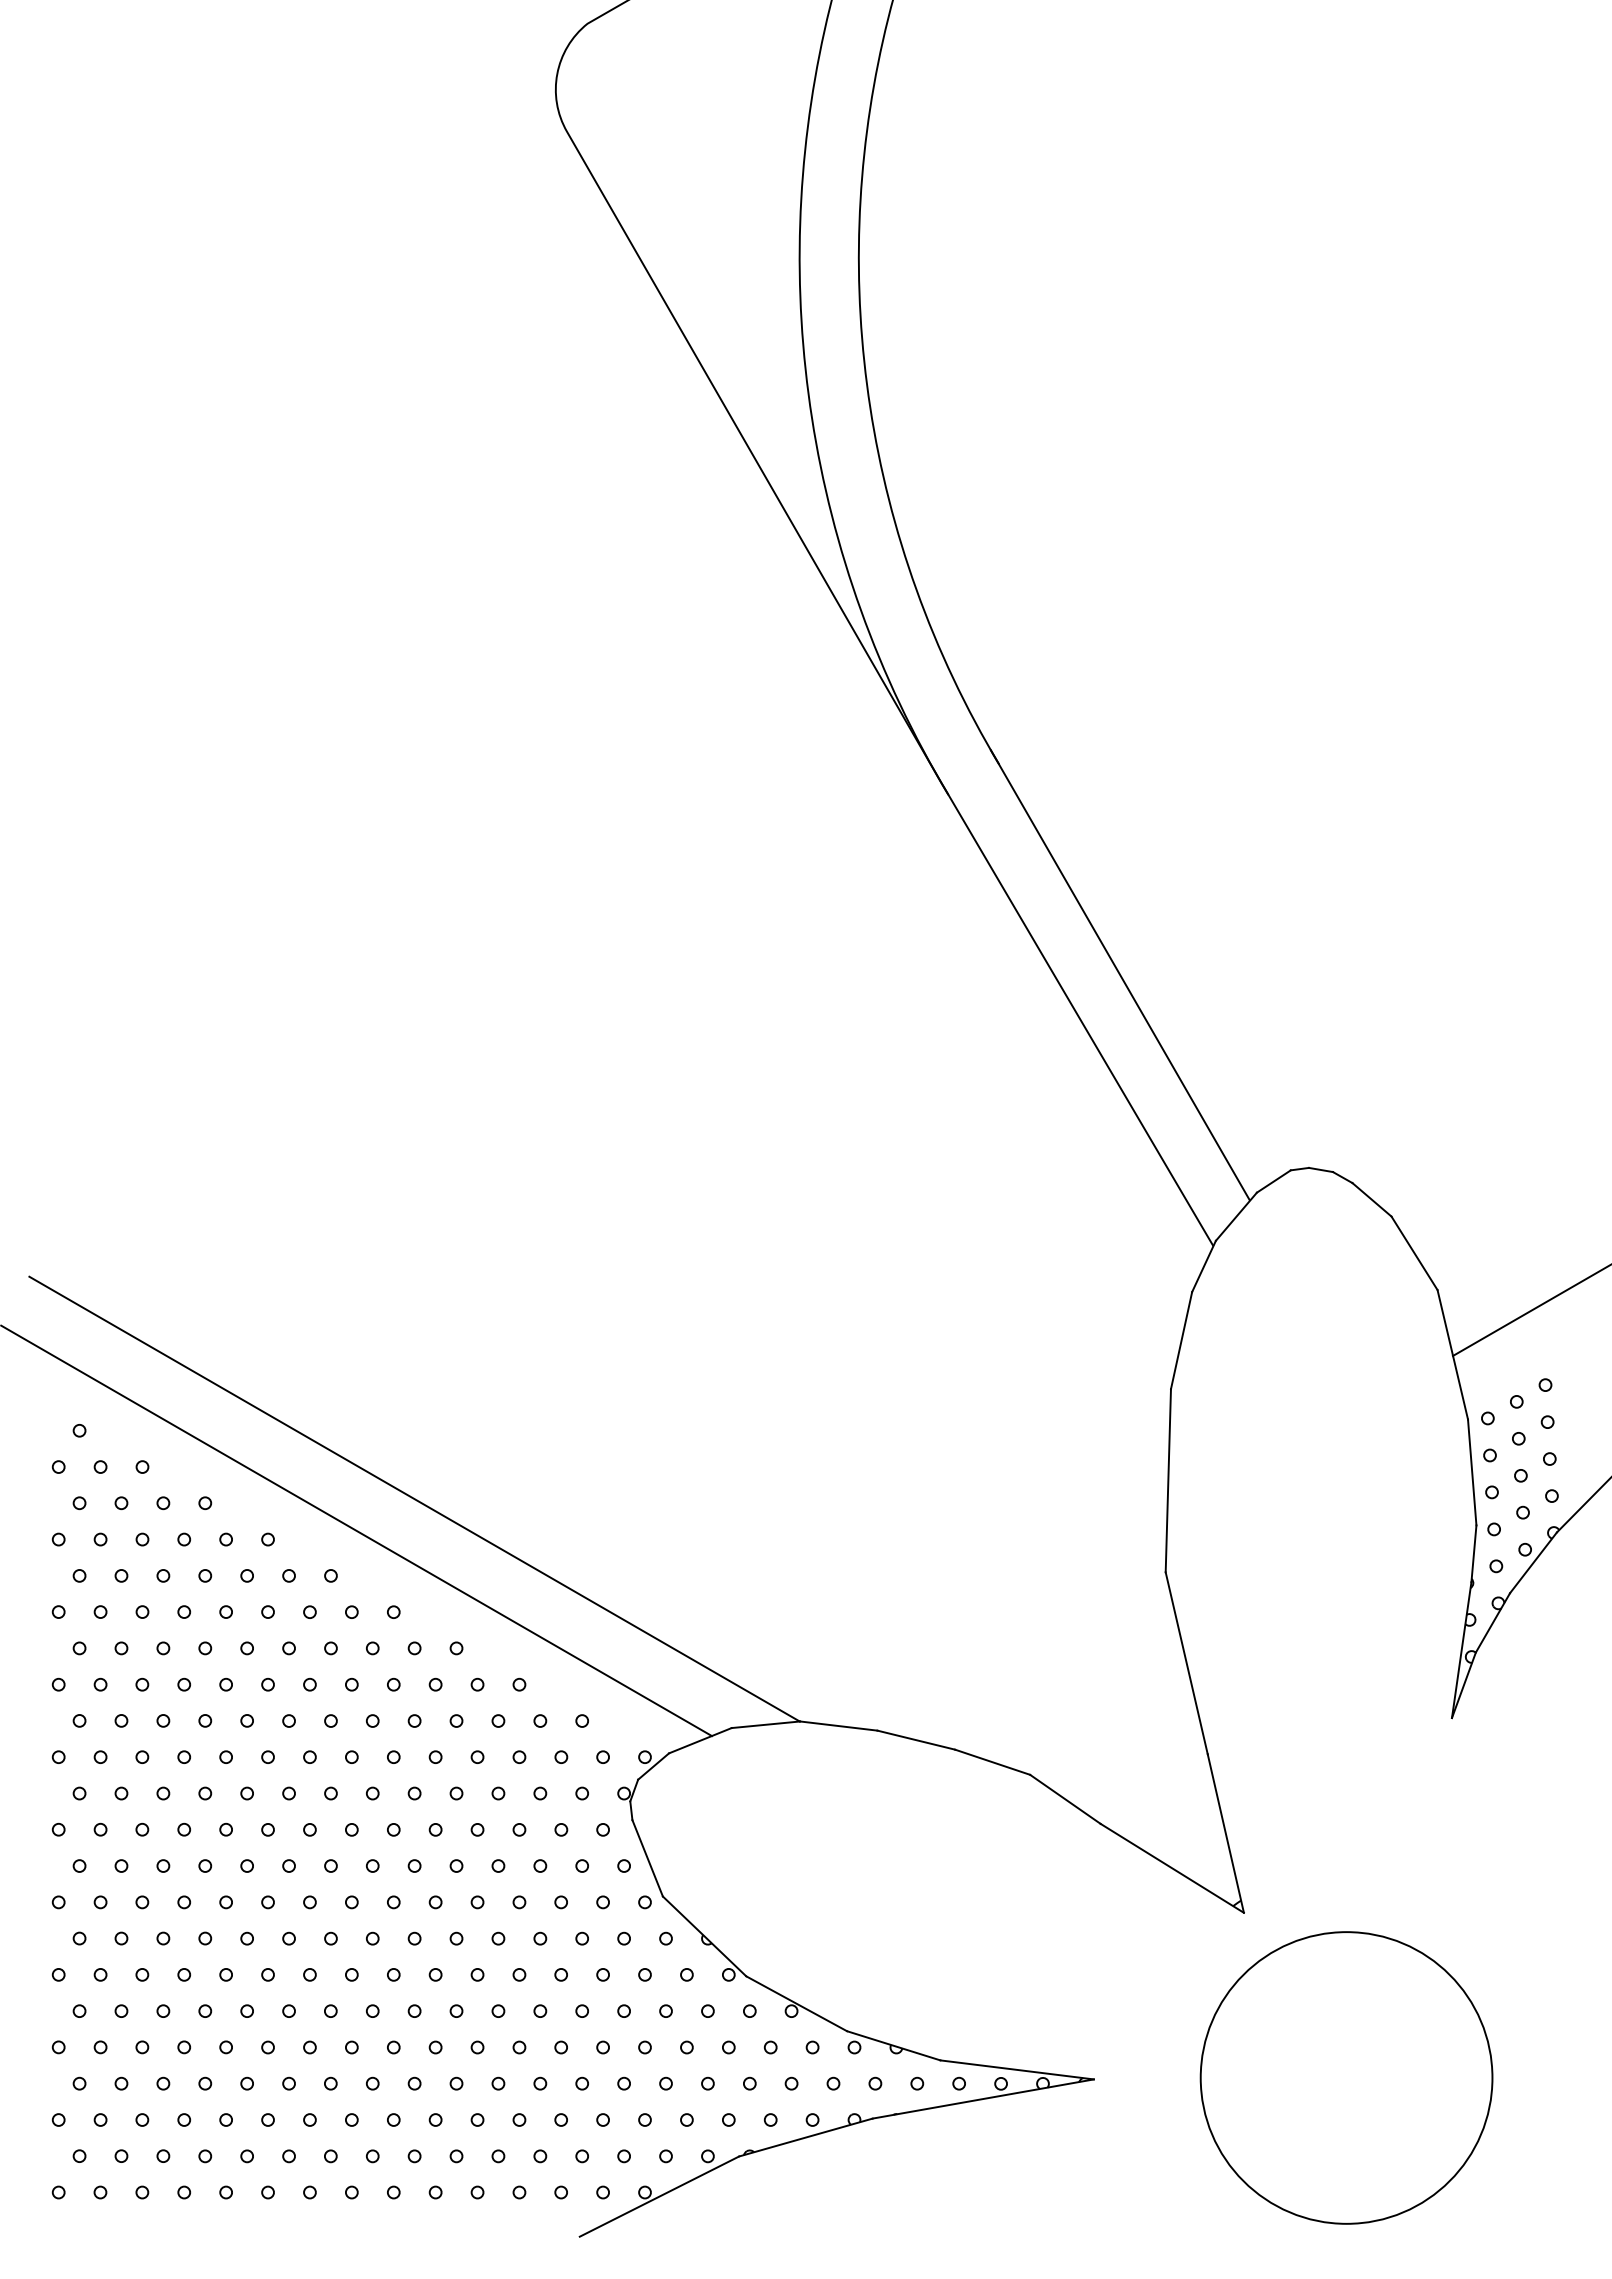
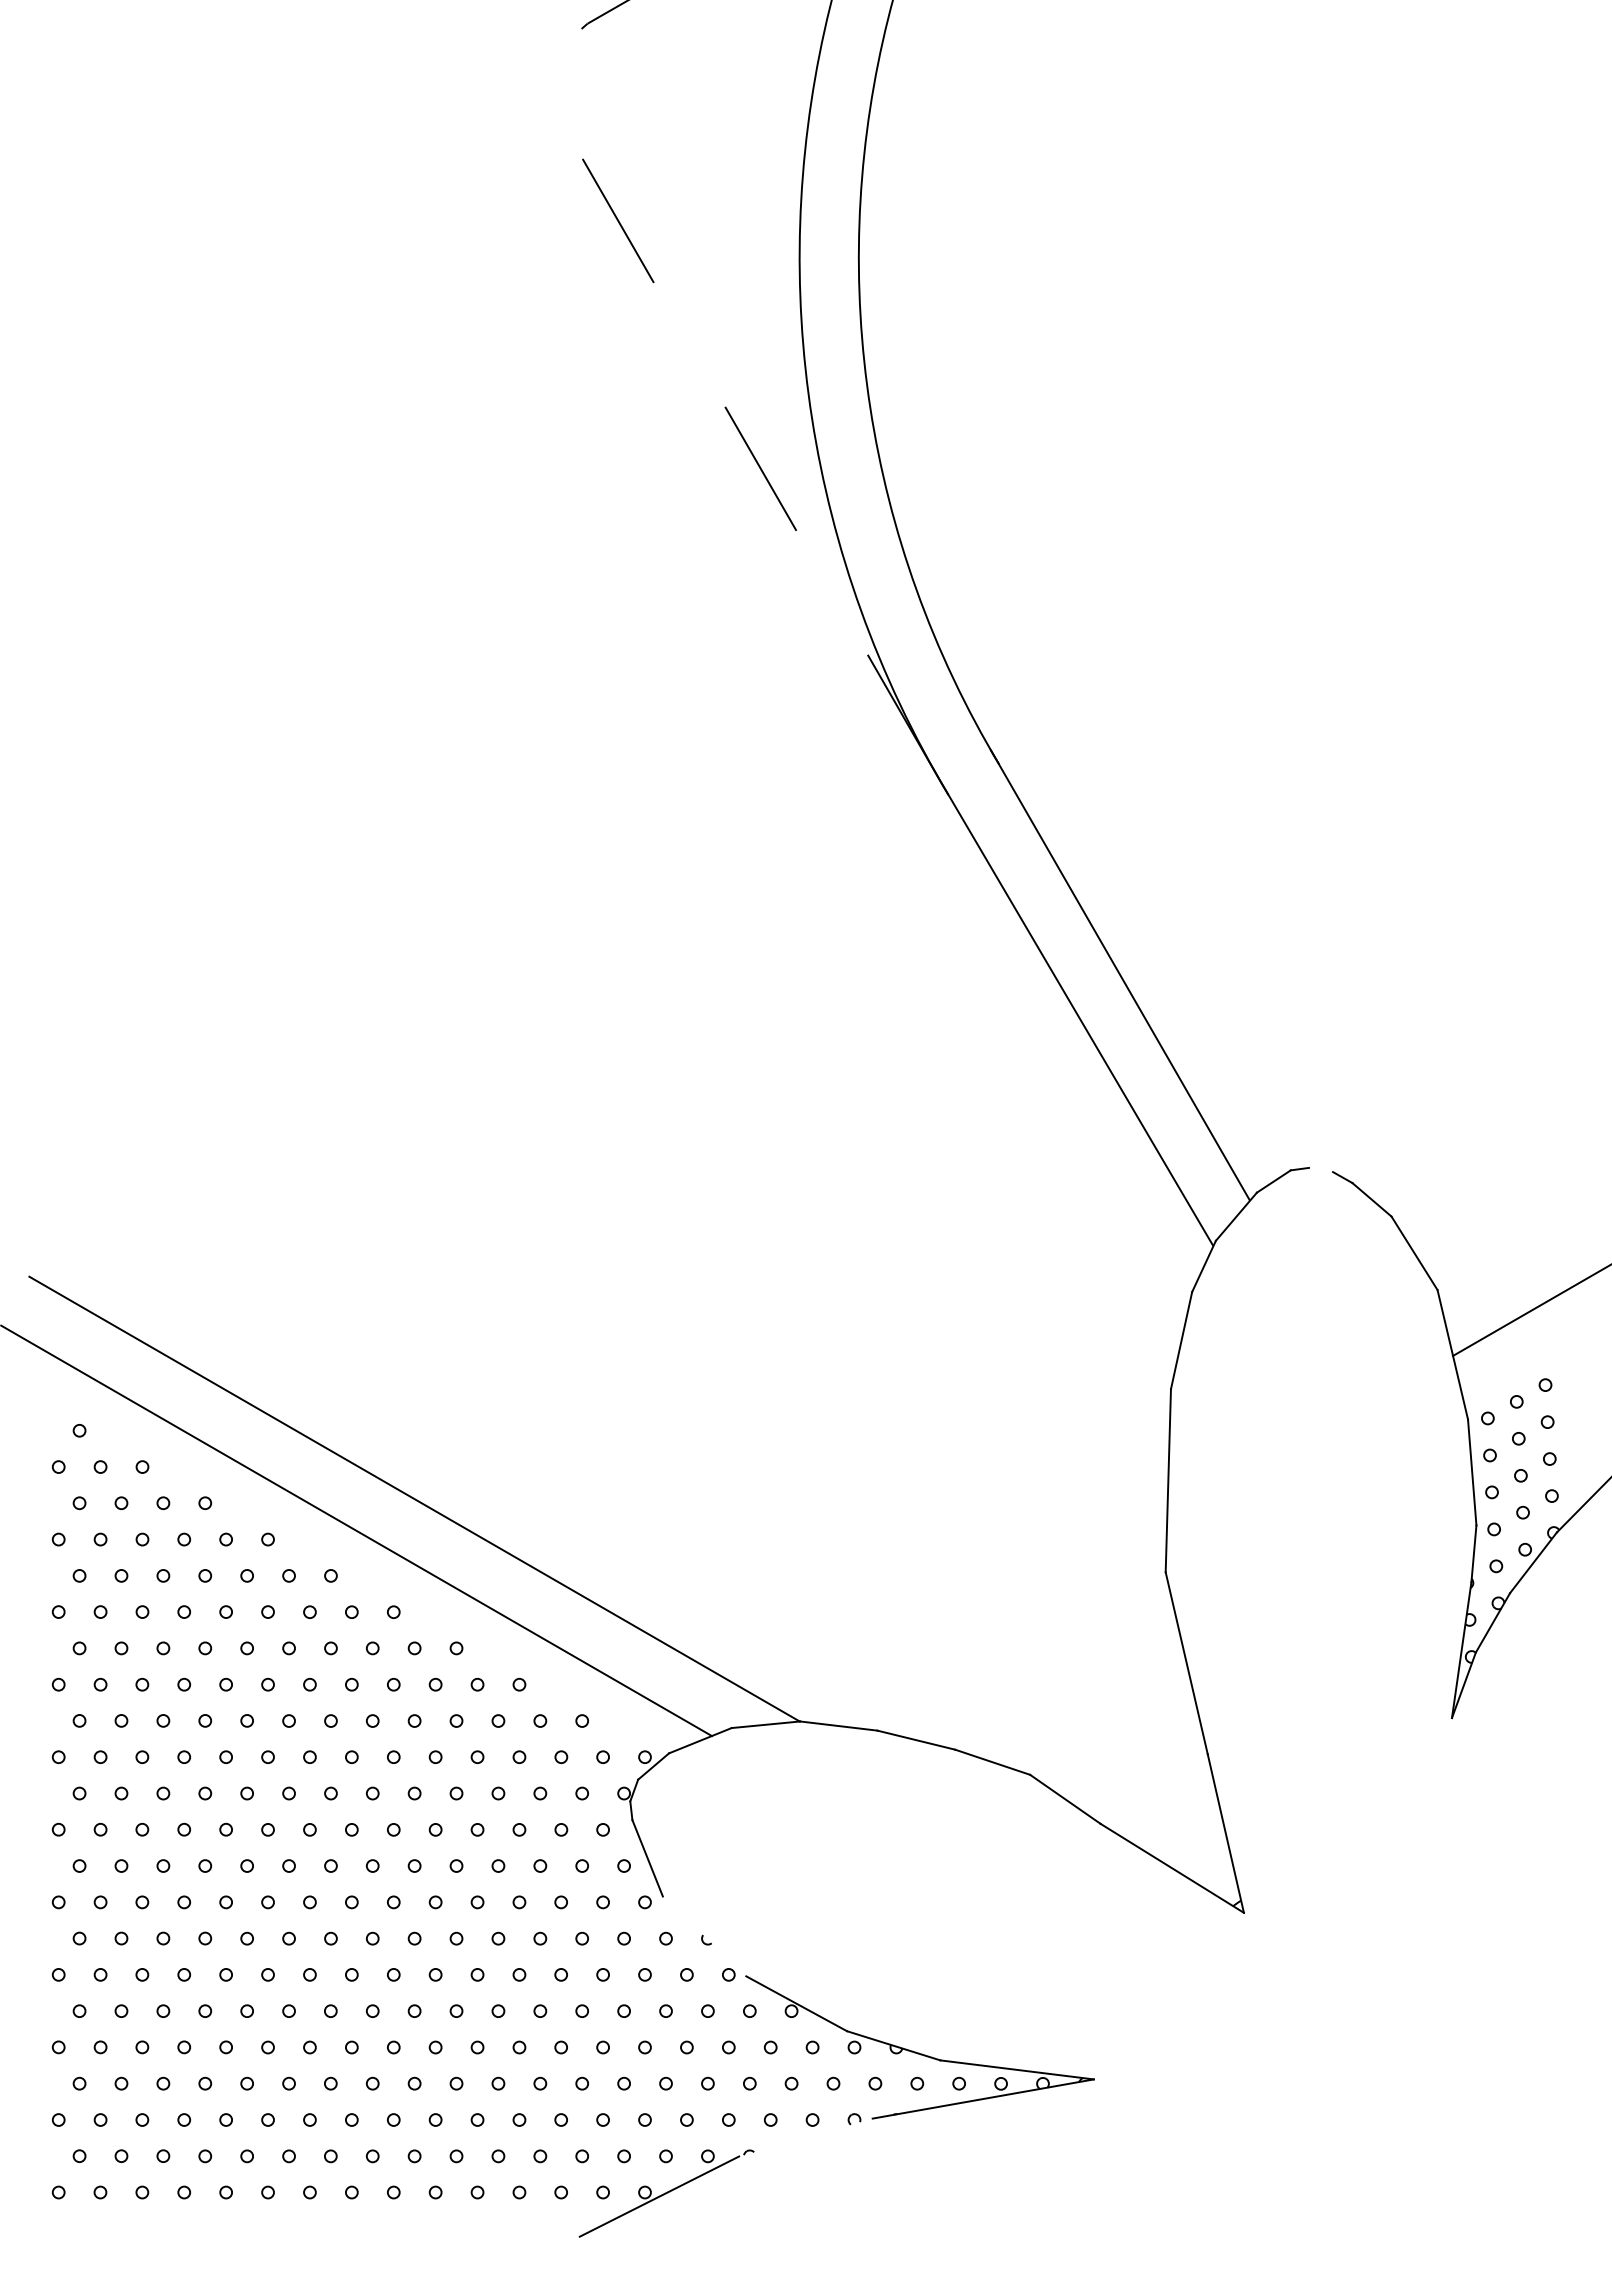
line at (705, 371): solid -> dashed
line at (1320, 1169): present -> none
line at (704, 1936): present -> none
circle at (1346, 2077): present -> none
line at (805, 2137): present -> none
